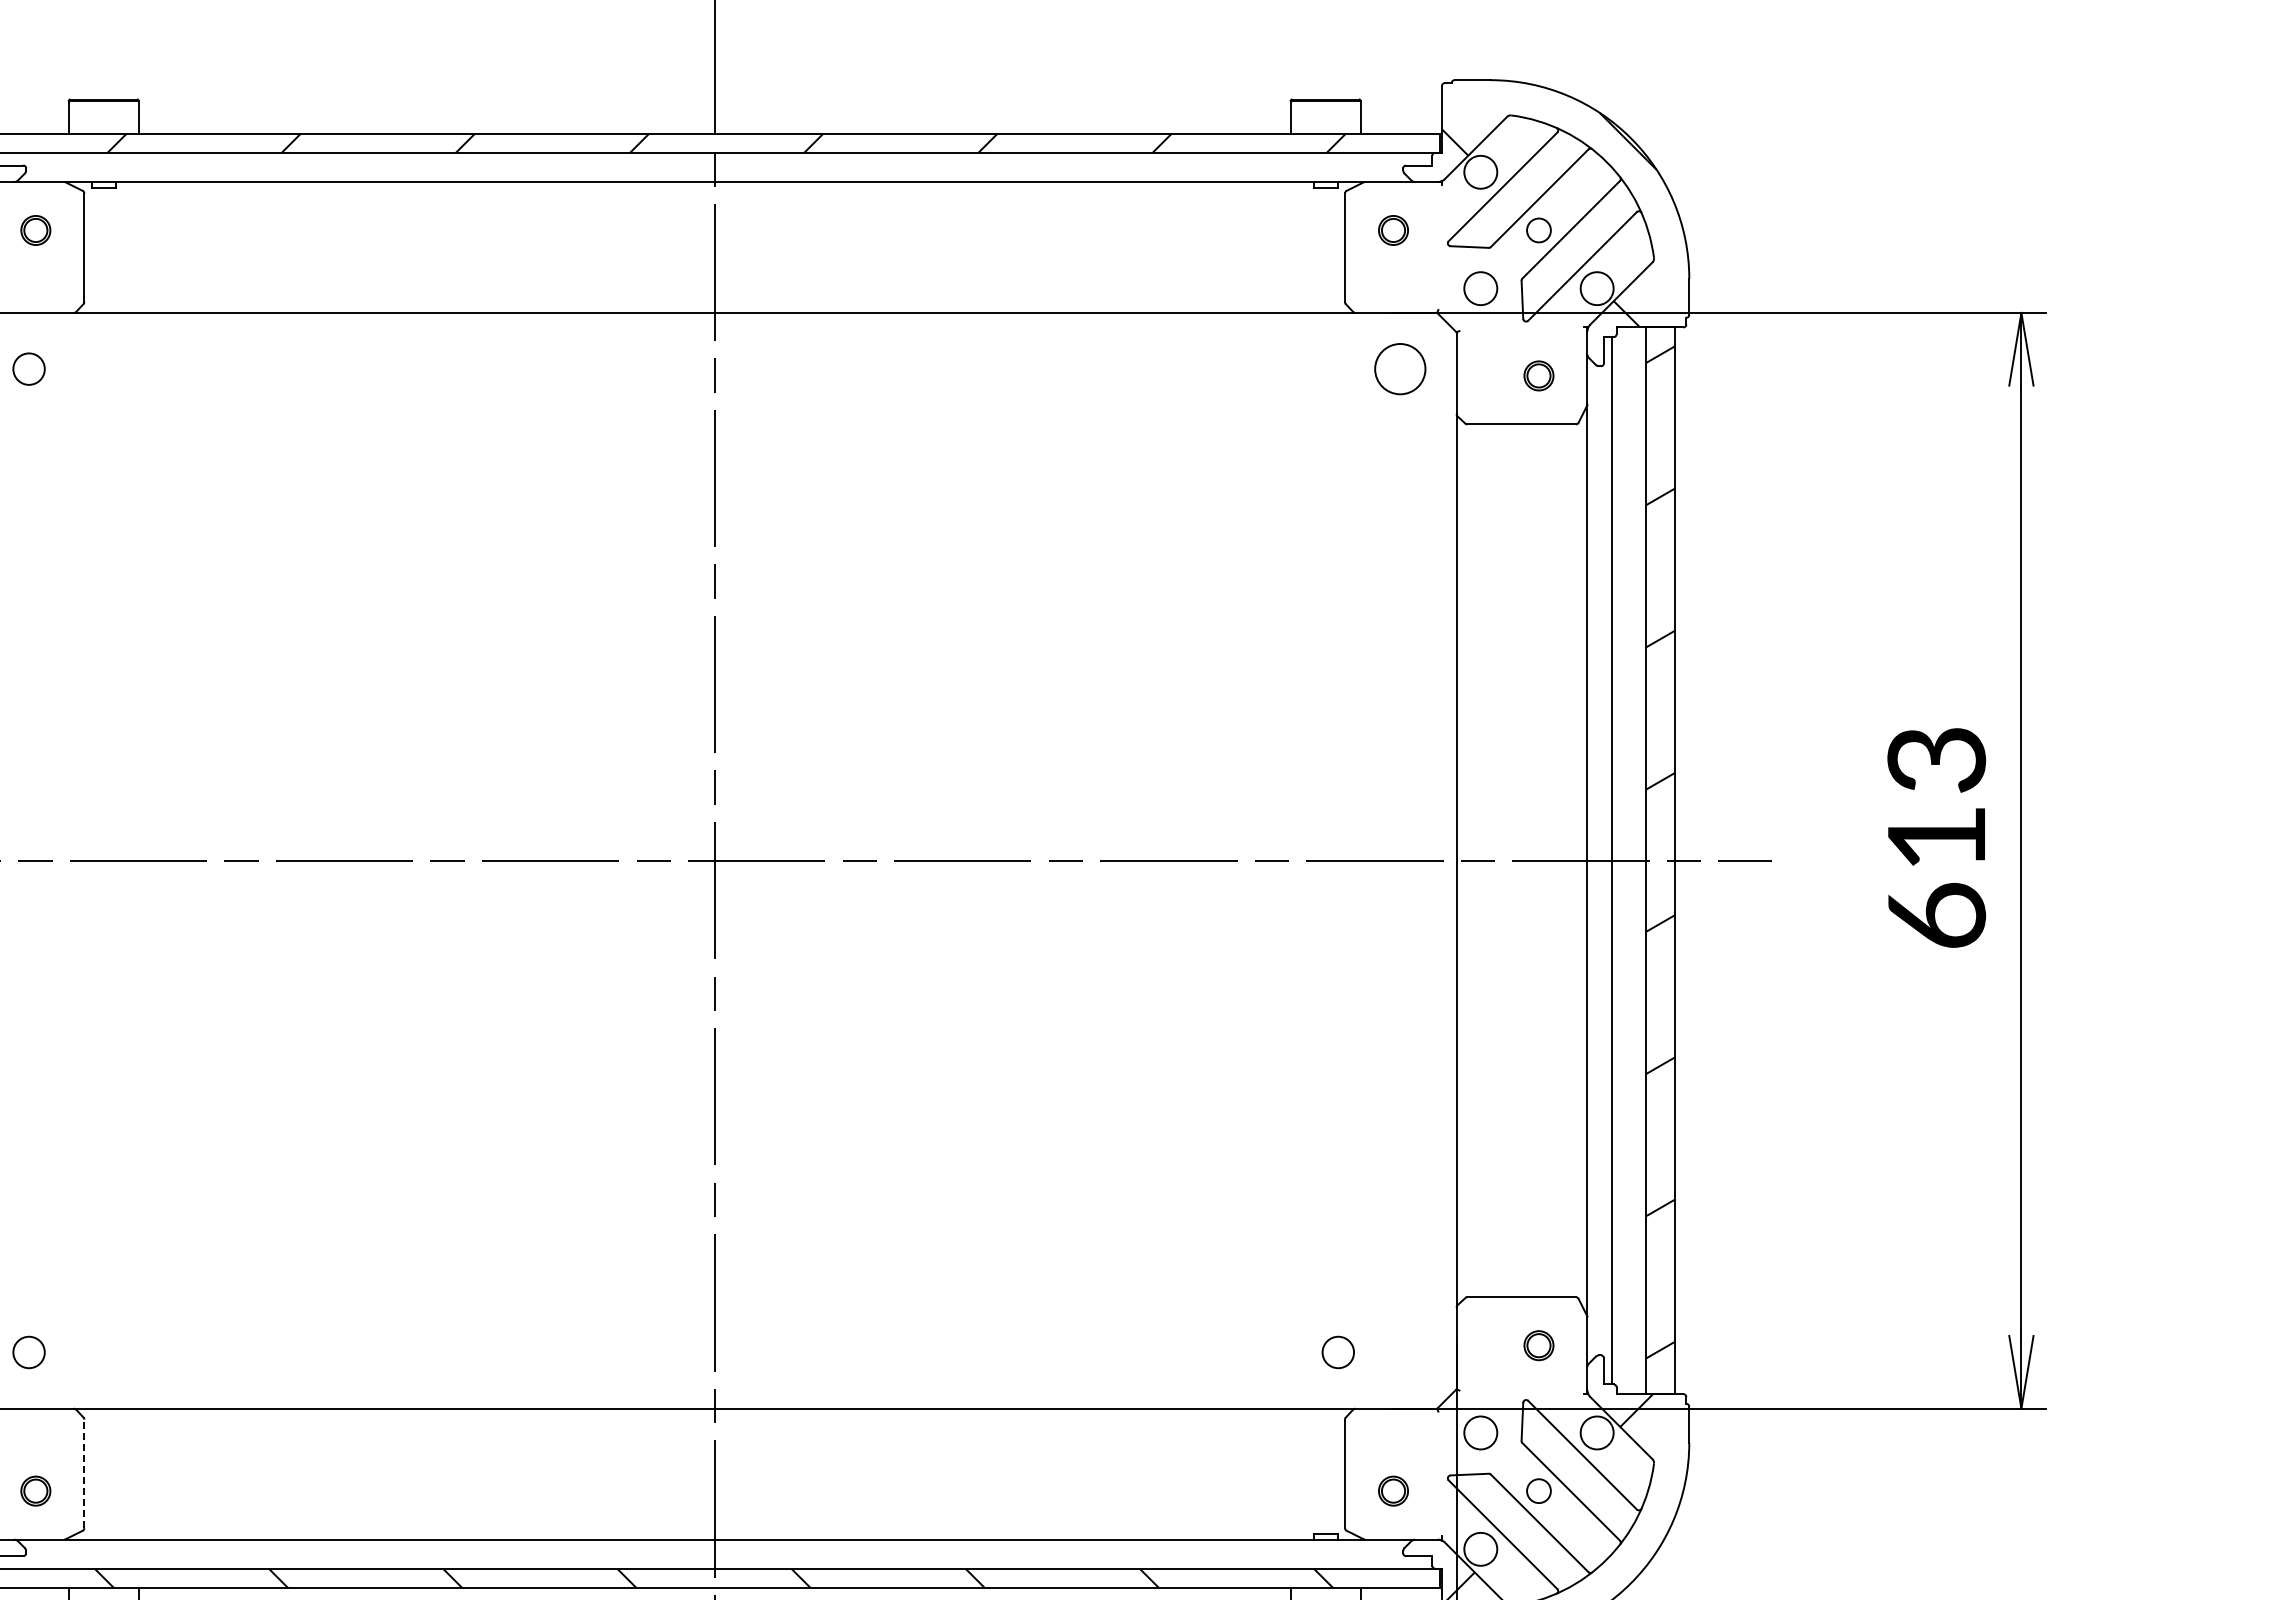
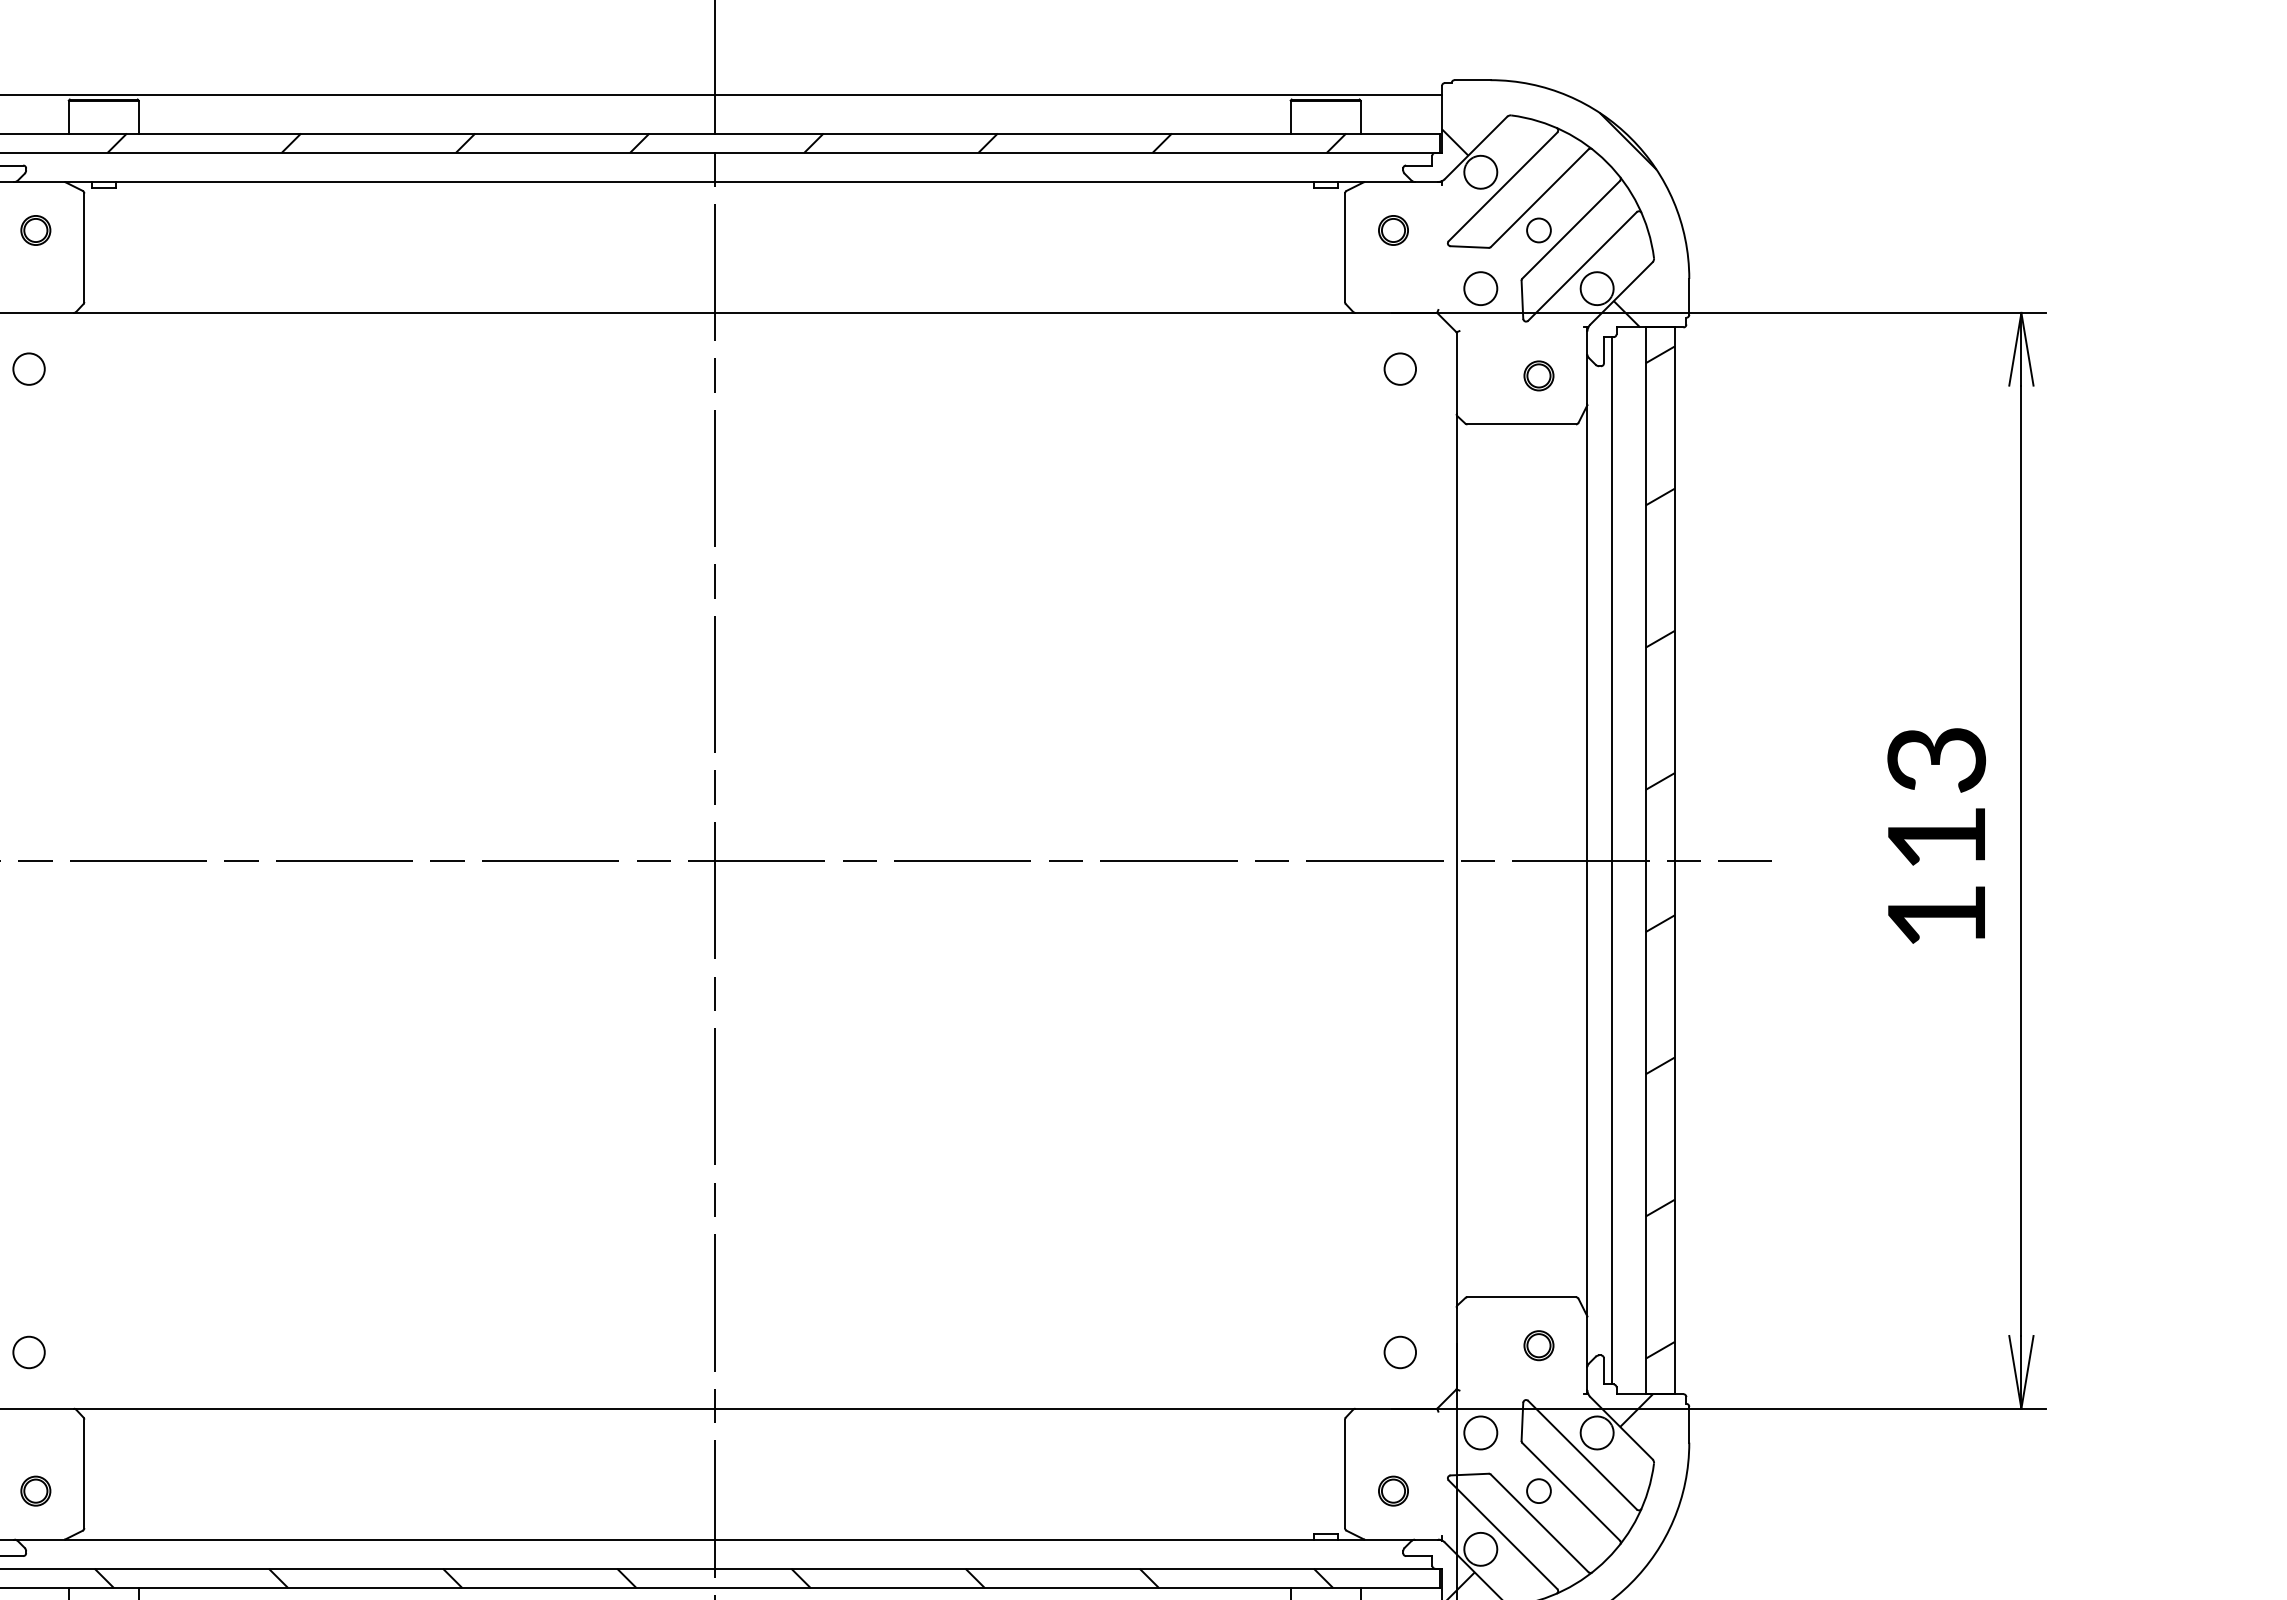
line at (722, 94): none -> present
circle at (1400, 369) diameter: 50 px -> 31 px
text at (1937, 914): 613 -> 113
circle at (1337, 1352) position: (1337, 1352) -> (1399, 1352)
line at (84, 1473): dashed -> solid
